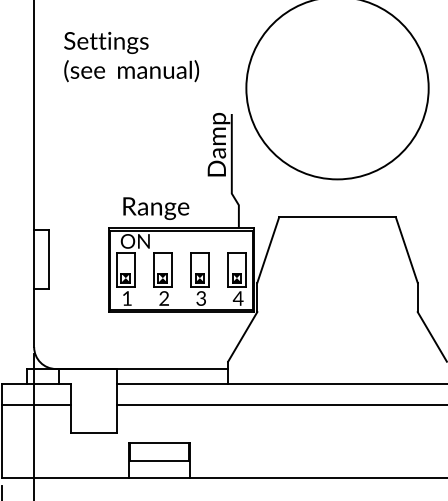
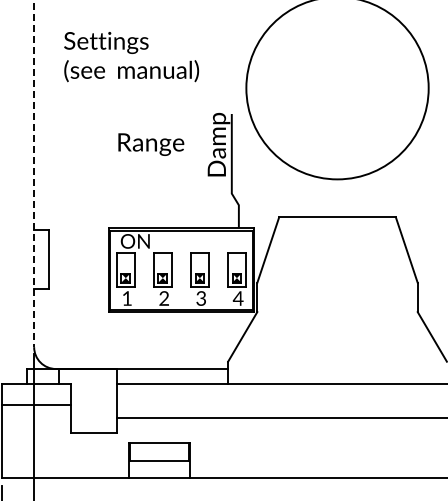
line at (34, 174): solid -> dashed
text at (156, 208) position: (156, 208) -> (151, 144)
line at (280, 405) position: (280, 405) -> (280, 418)
